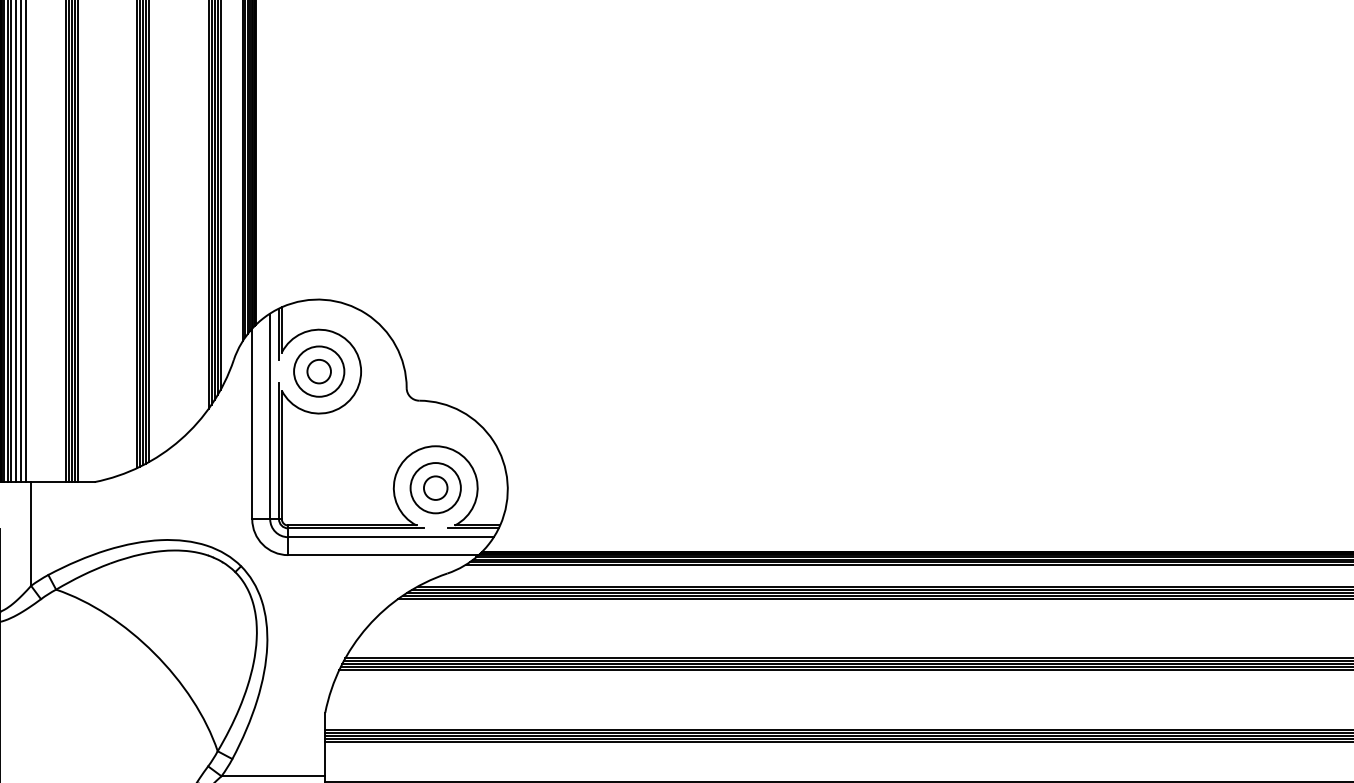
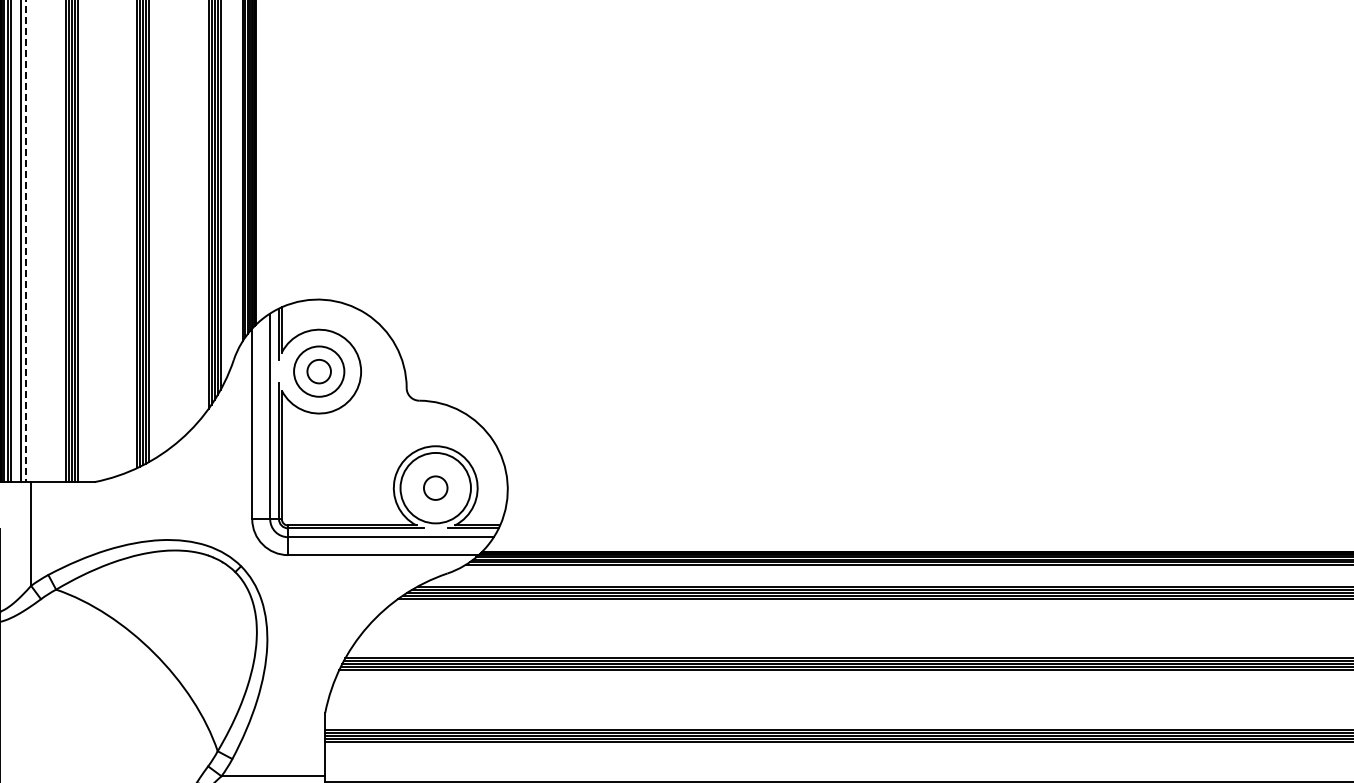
line at (25, 241): solid -> dashed
line at (15, 242): present -> none
circle at (435, 488) diameter: 50 px -> 70 px
